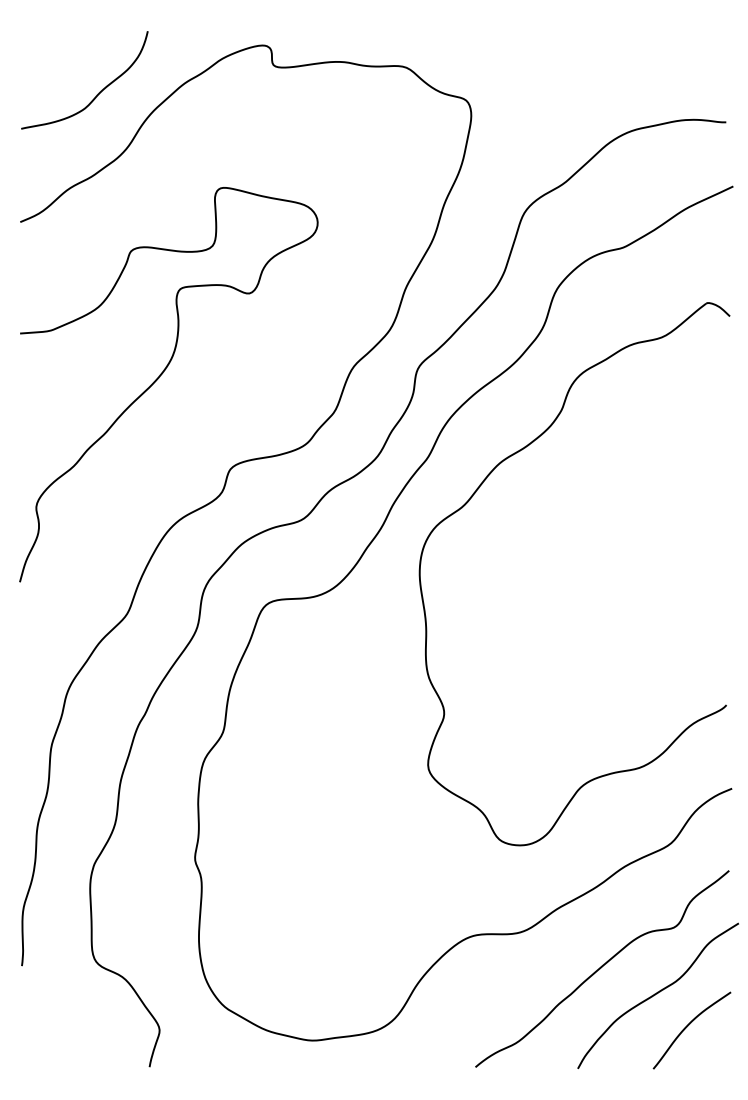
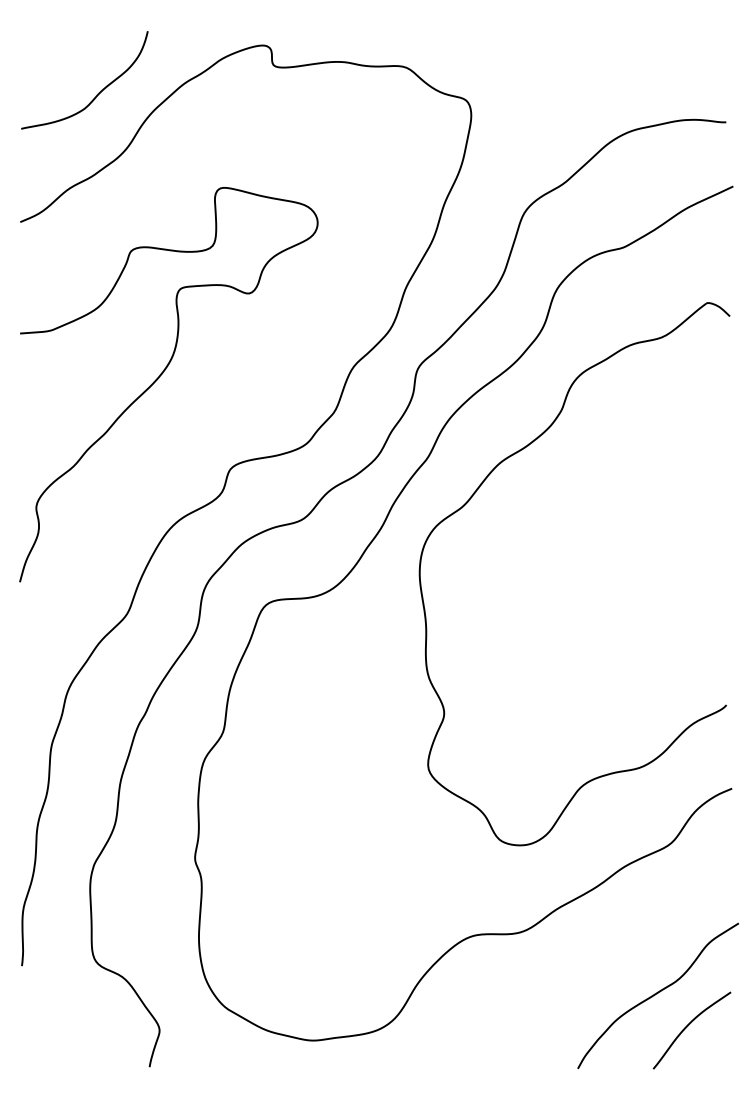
curve at (602, 967): present -> none
